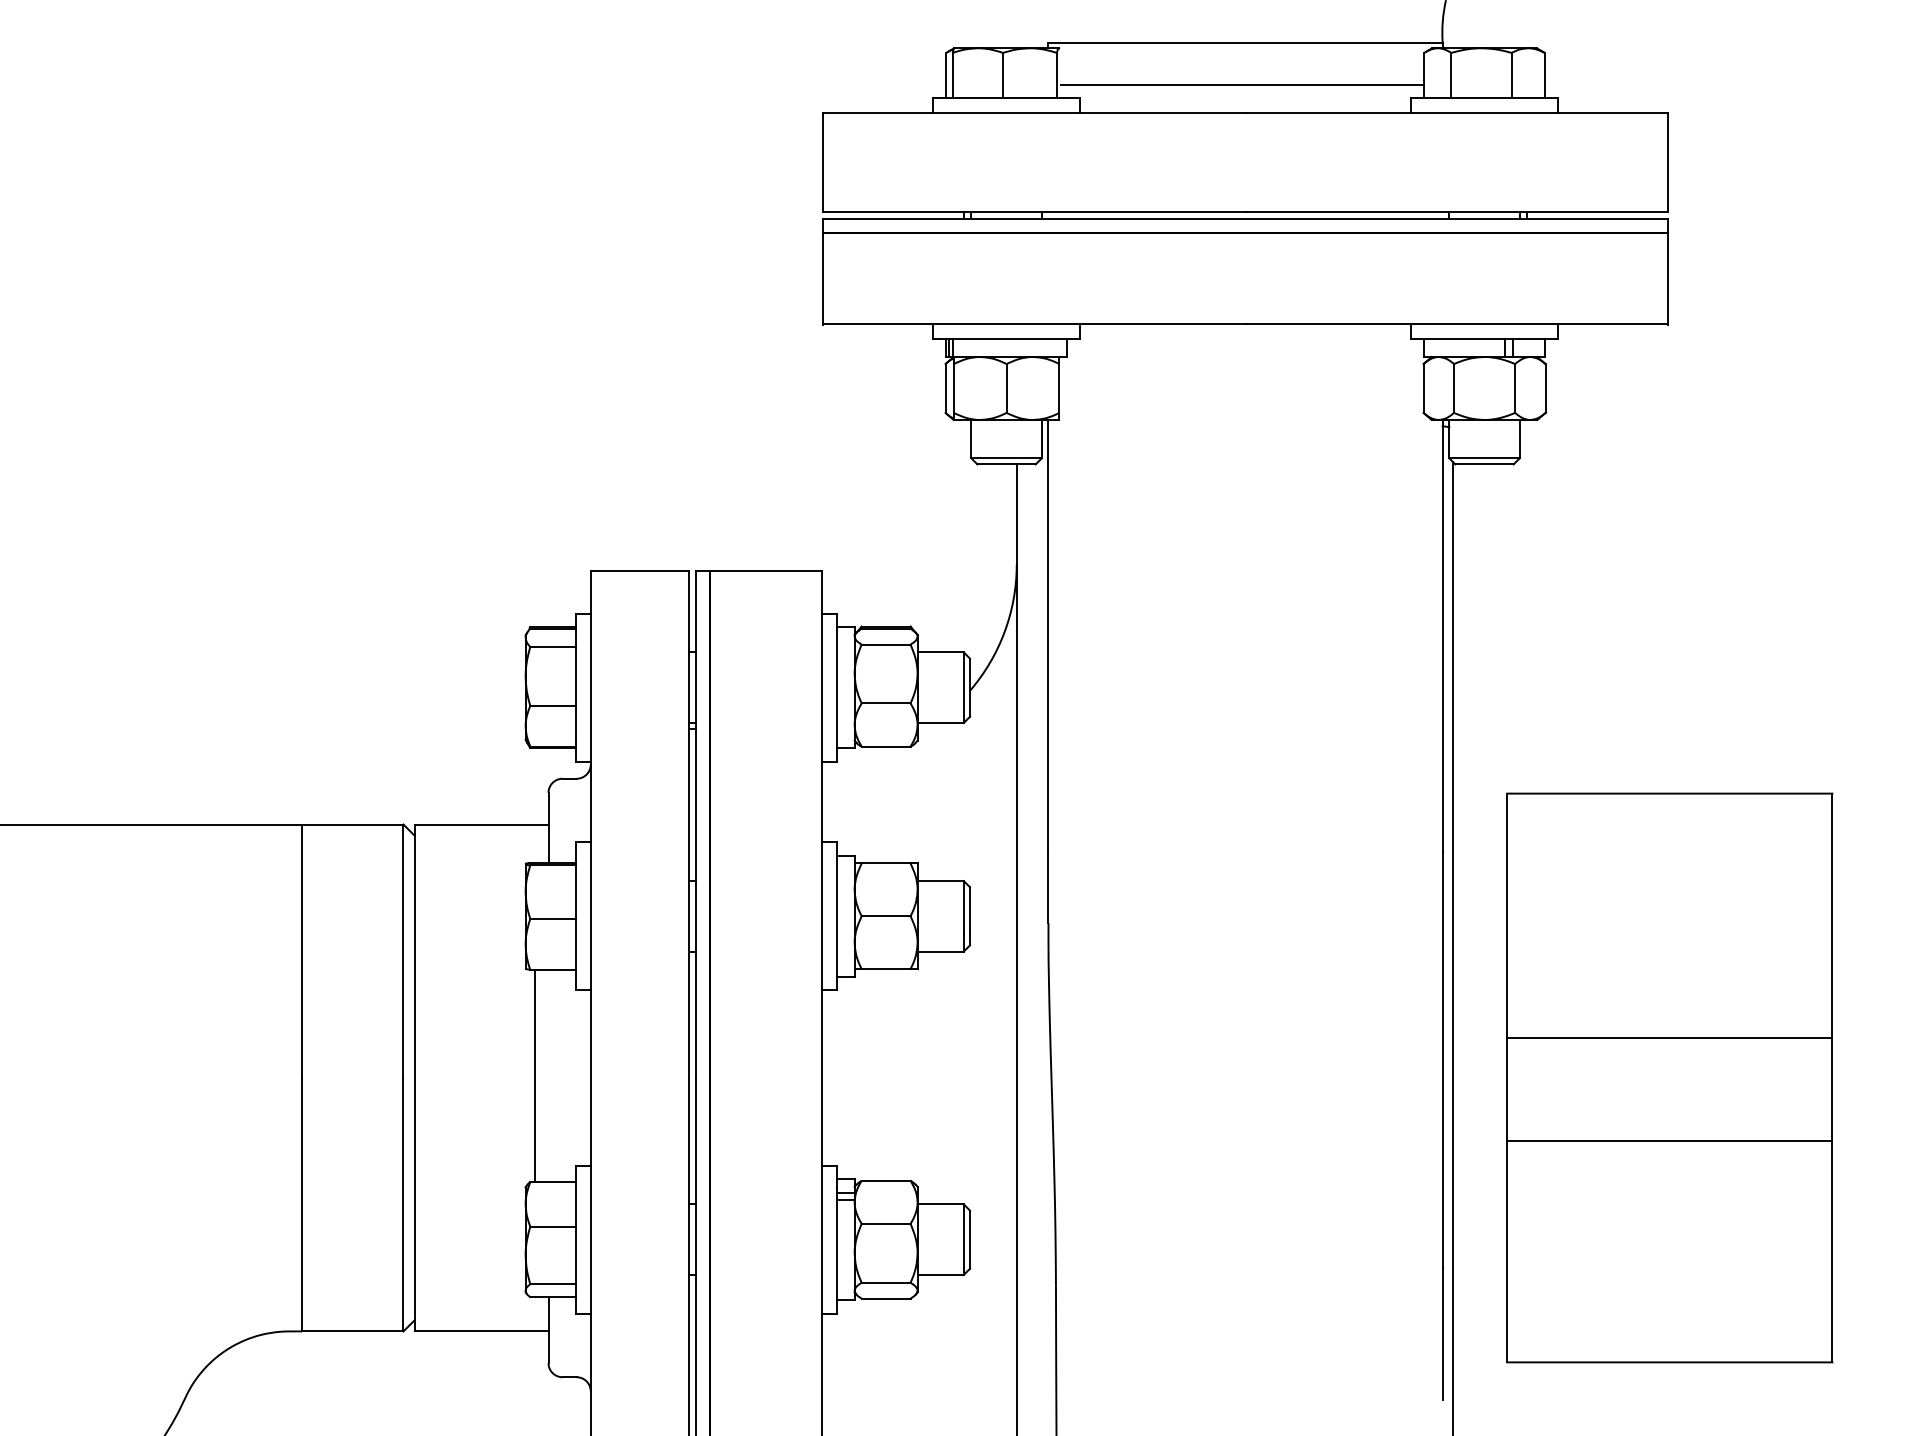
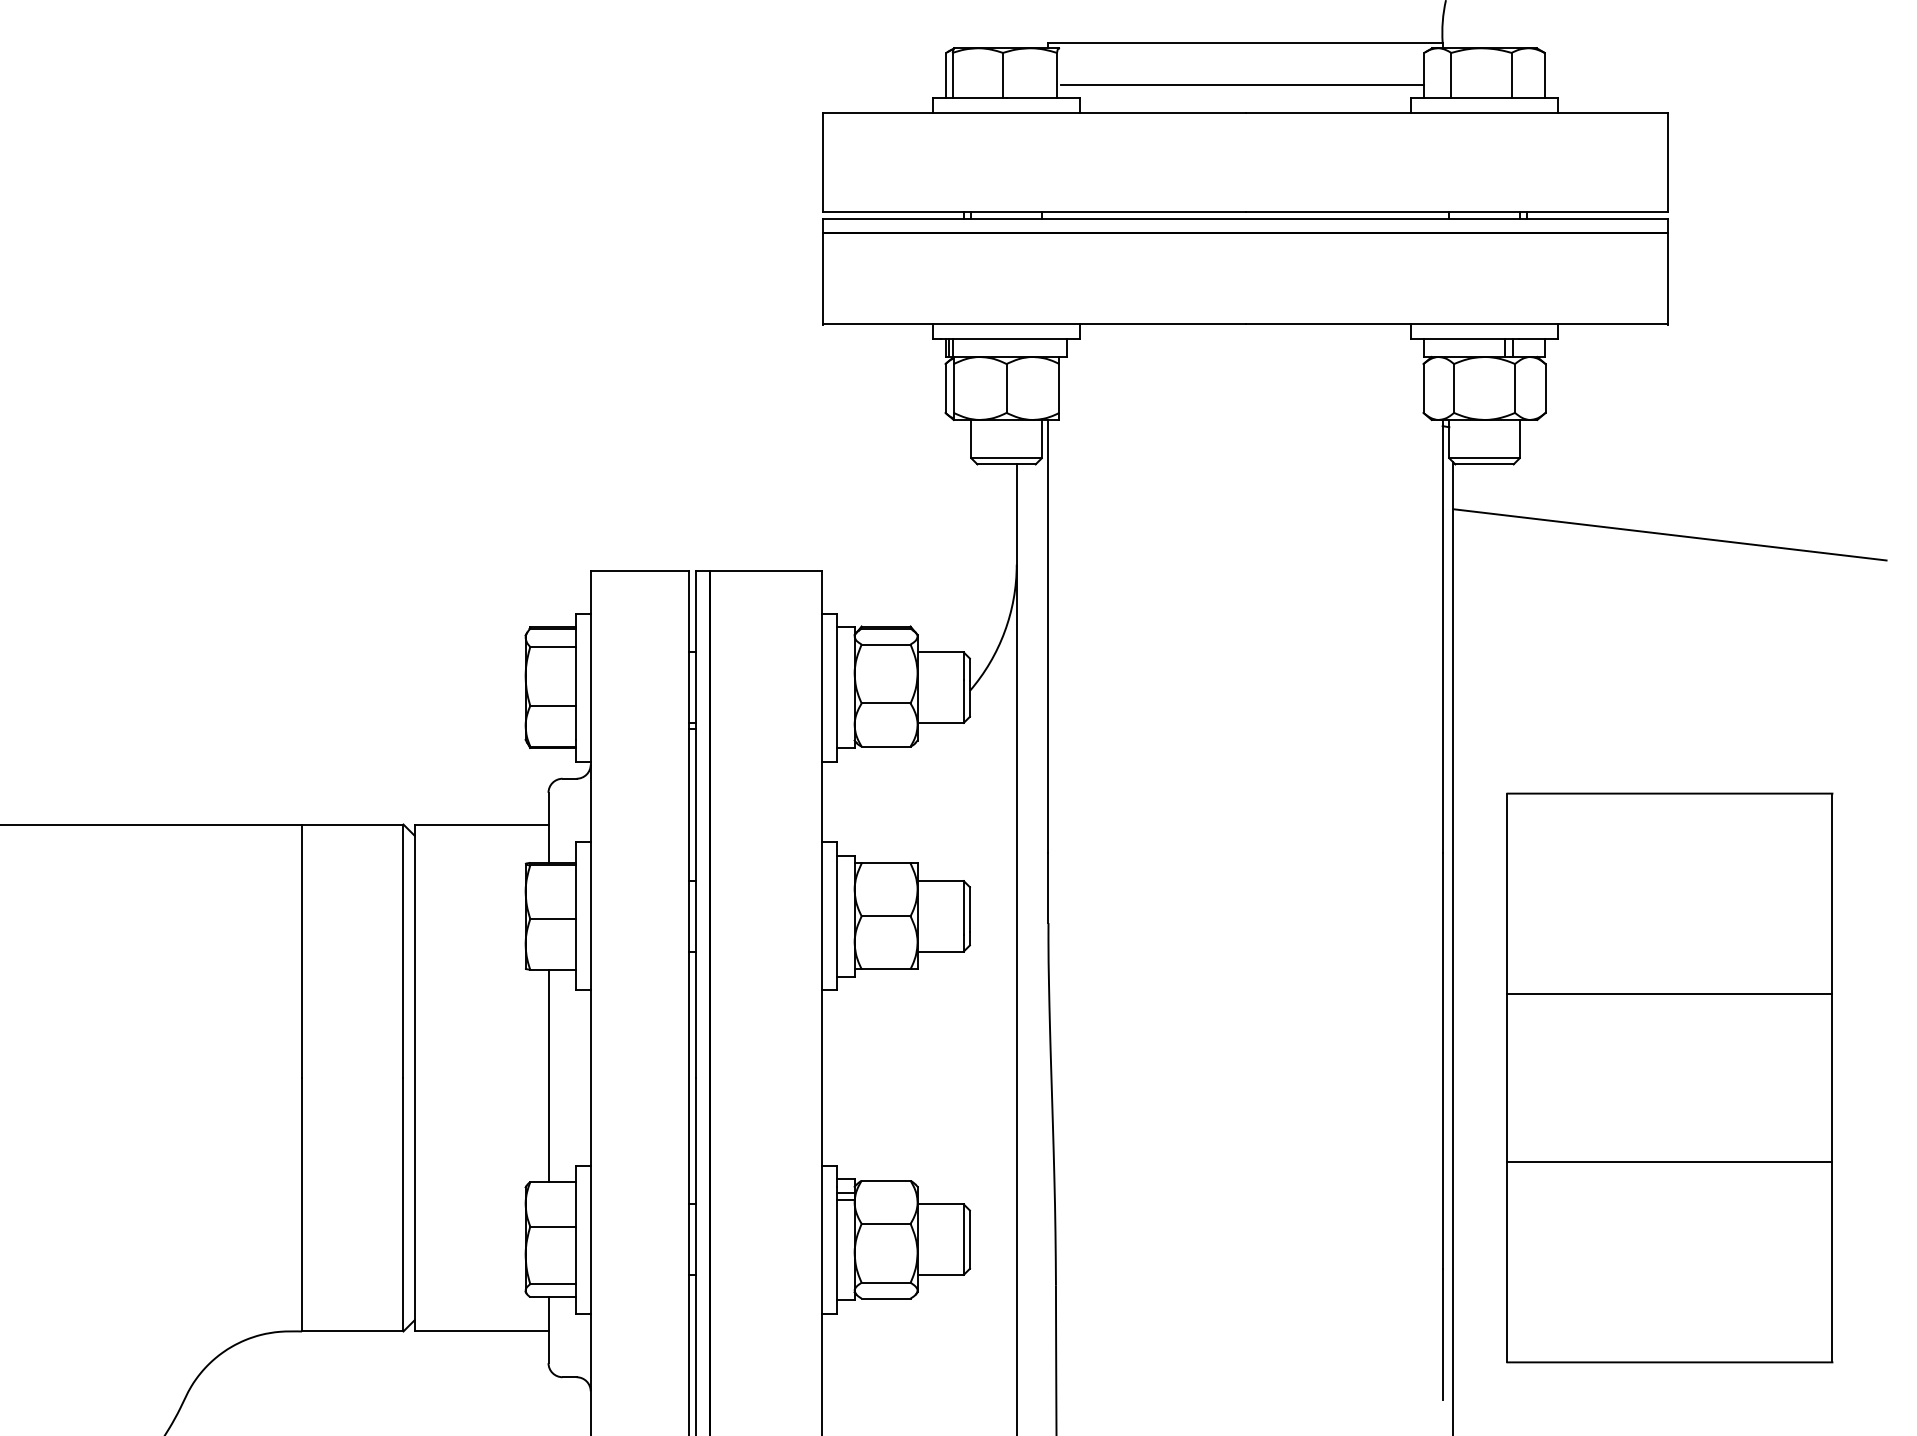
line at (1669, 534): none -> present
line at (1669, 1037) position: (1669, 1037) -> (1669, 993)
line at (534, 1075) position: (534, 1075) -> (548, 1075)
line at (1669, 1141) position: (1669, 1141) -> (1669, 1162)
